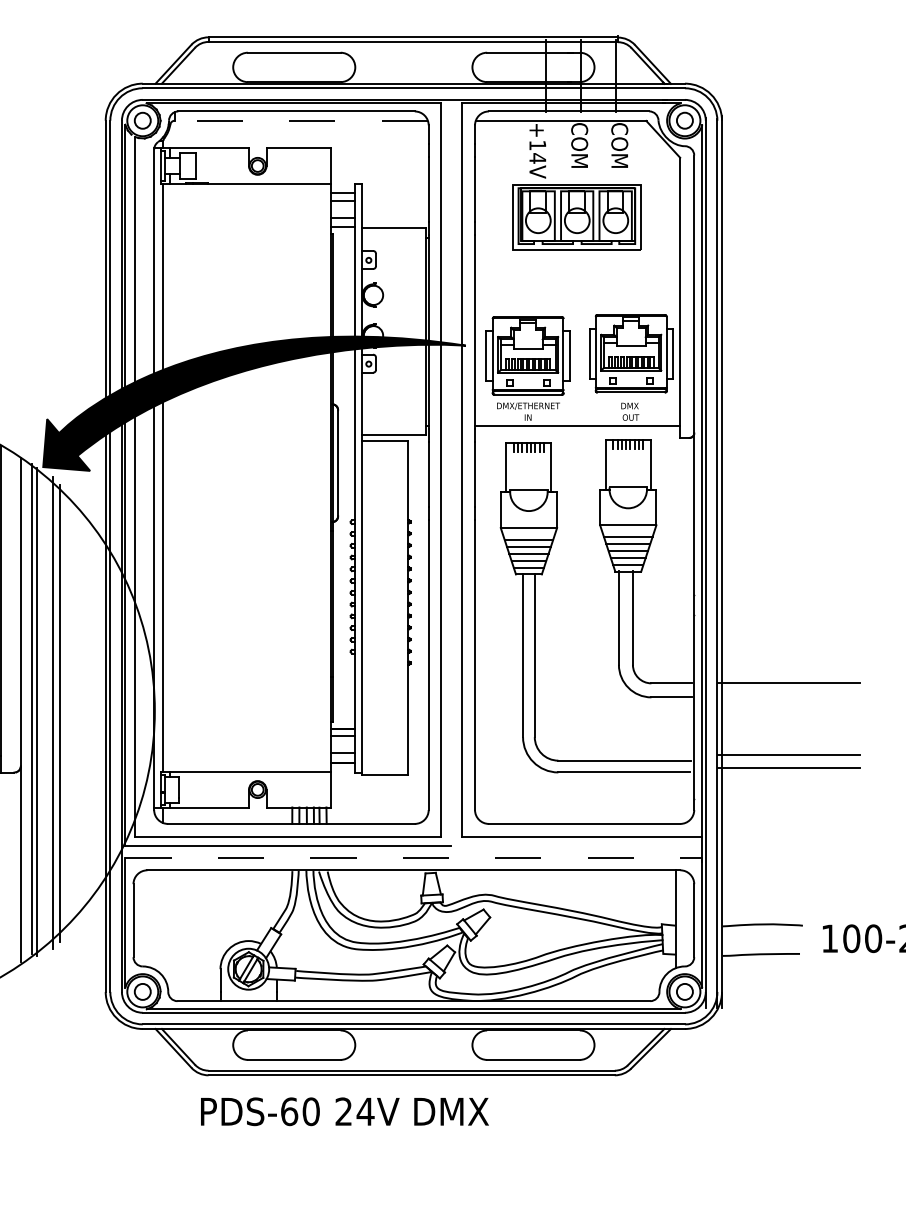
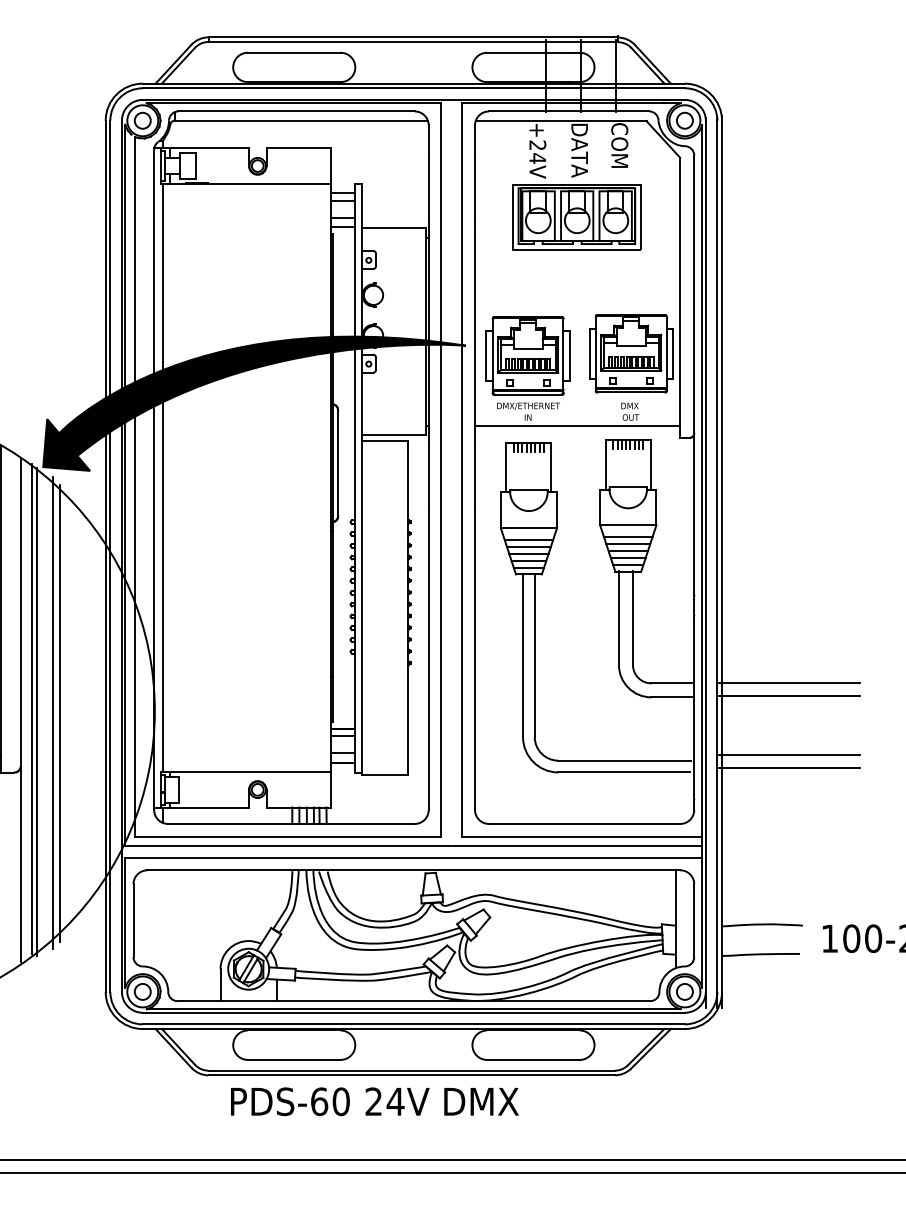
line at (301, 120): dashed -> solid
text at (537, 145): +14V -> +24V
text at (579, 150): COM -> DATA
line at (789, 695): none -> present
line at (577, 845): none -> present
line at (414, 857): dashed -> solid
text at (344, 1111) position: (344, 1111) -> (374, 1101)
line at (452, 1159): none -> present
line at (452, 1172): none -> present
